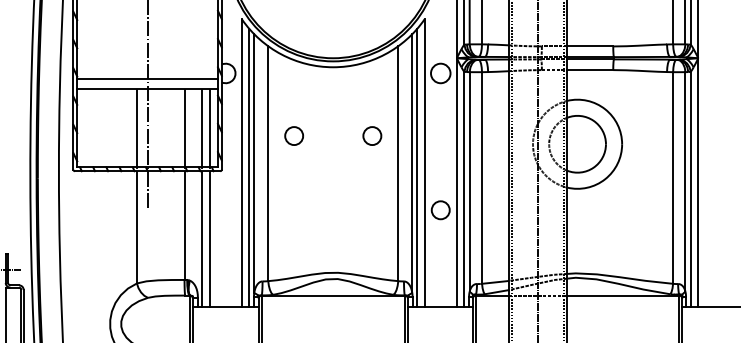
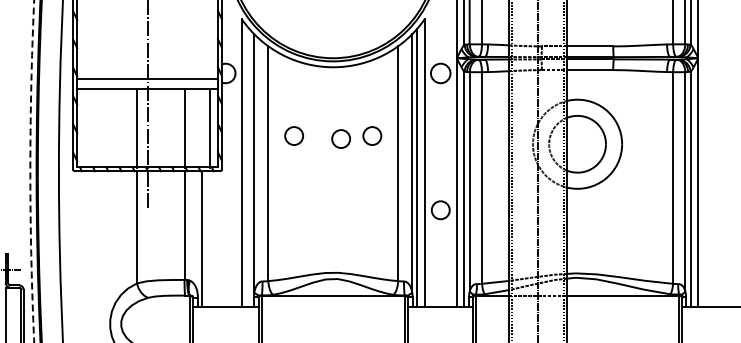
line at (202, 128): present -> none
circle at (340, 138): none -> present
line at (249, 168): present -> none
arc at (30, 171): solid -> dashed
line at (209, 239): present -> none
